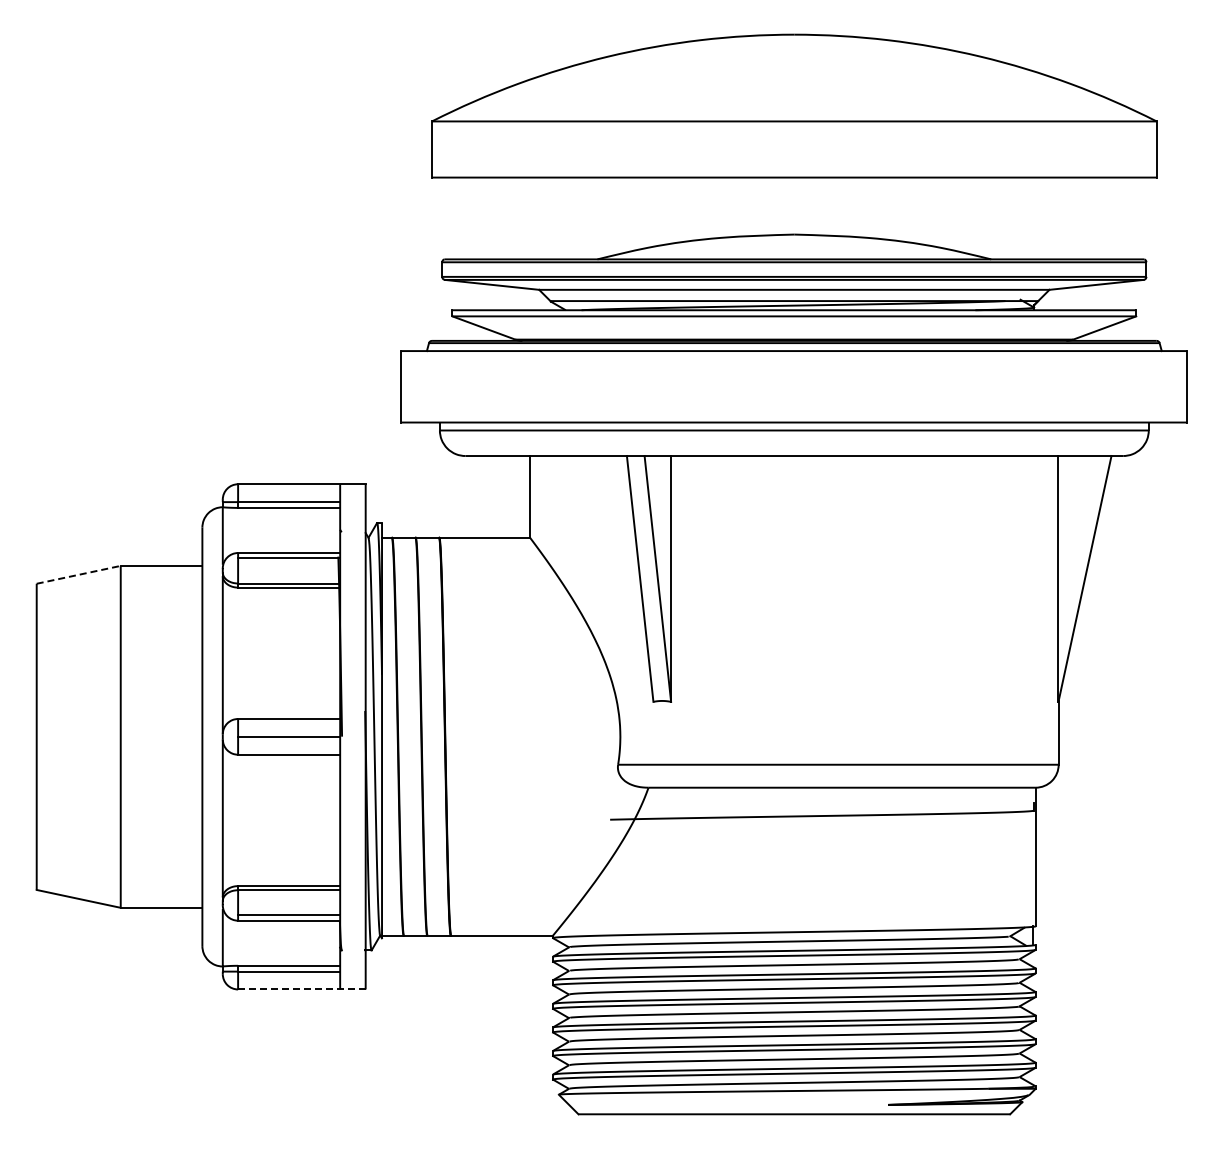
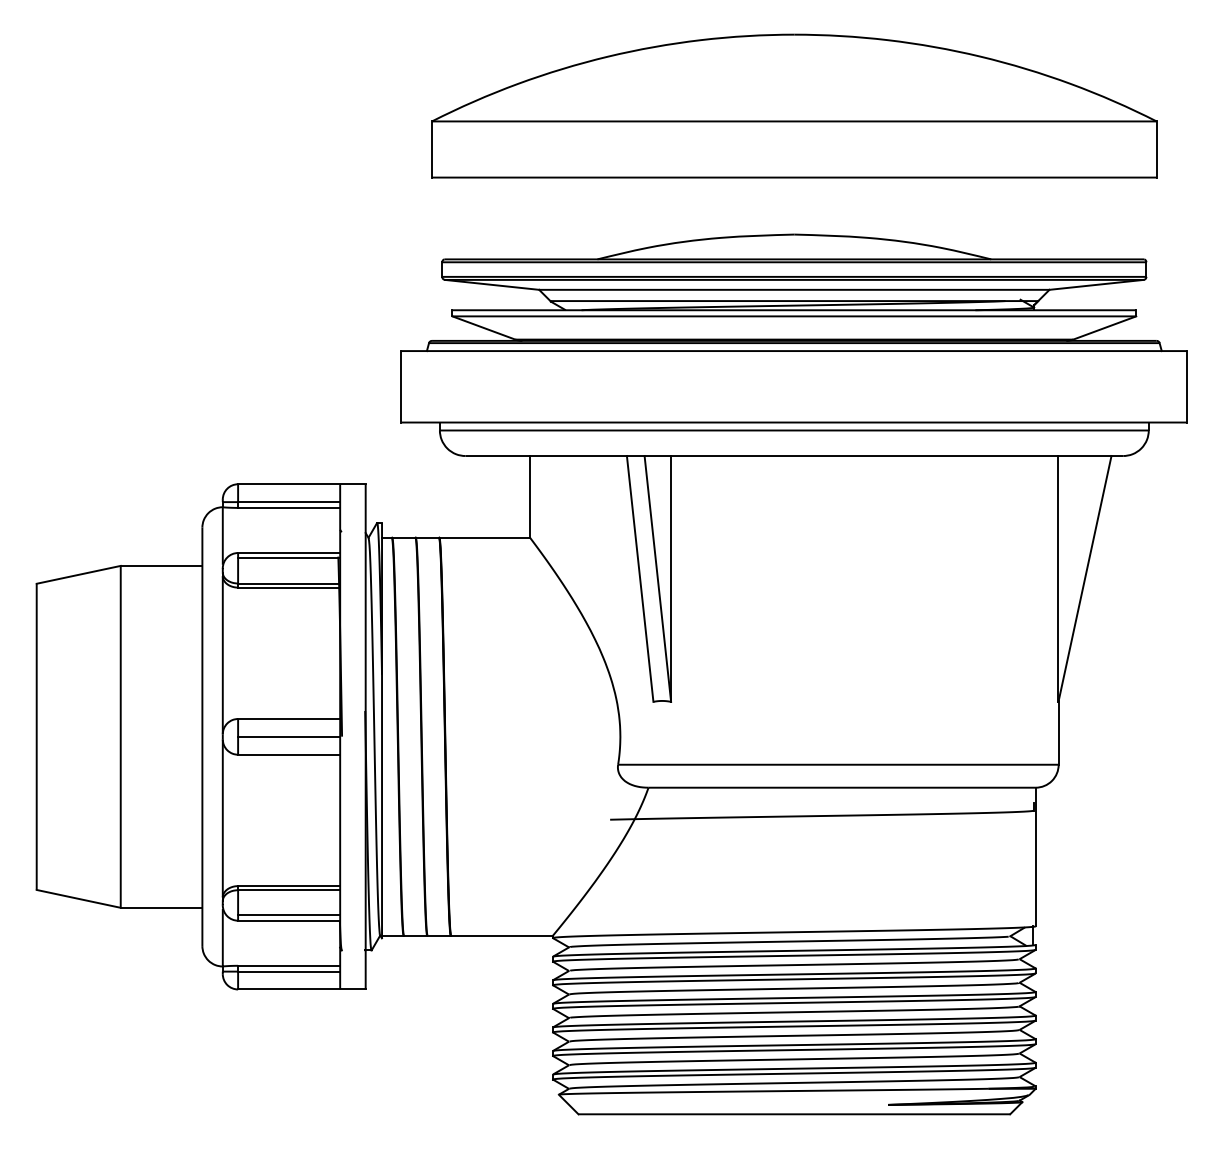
line at (78, 574): dashed -> solid
line at (301, 989): dashed -> solid
